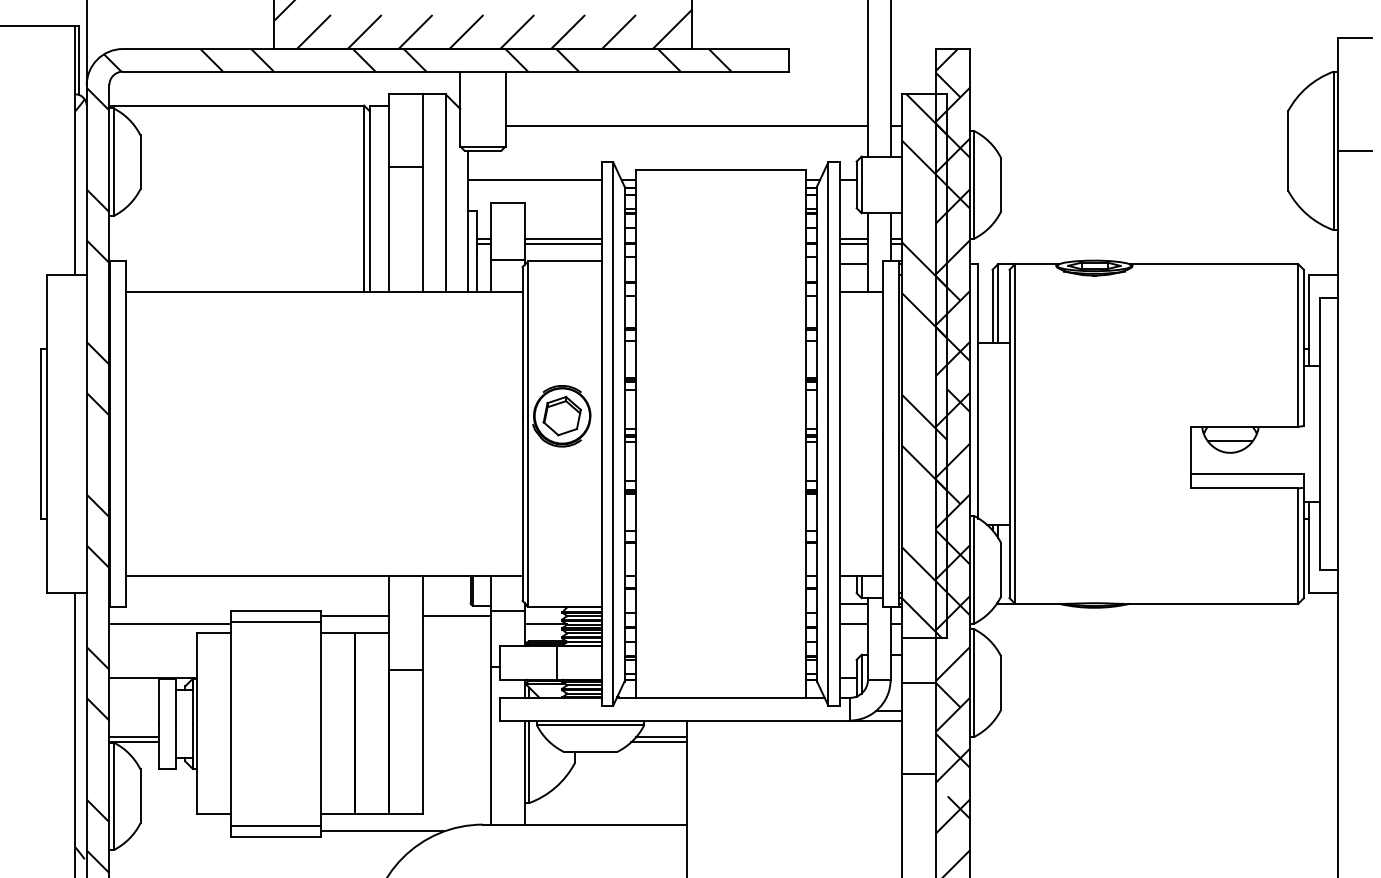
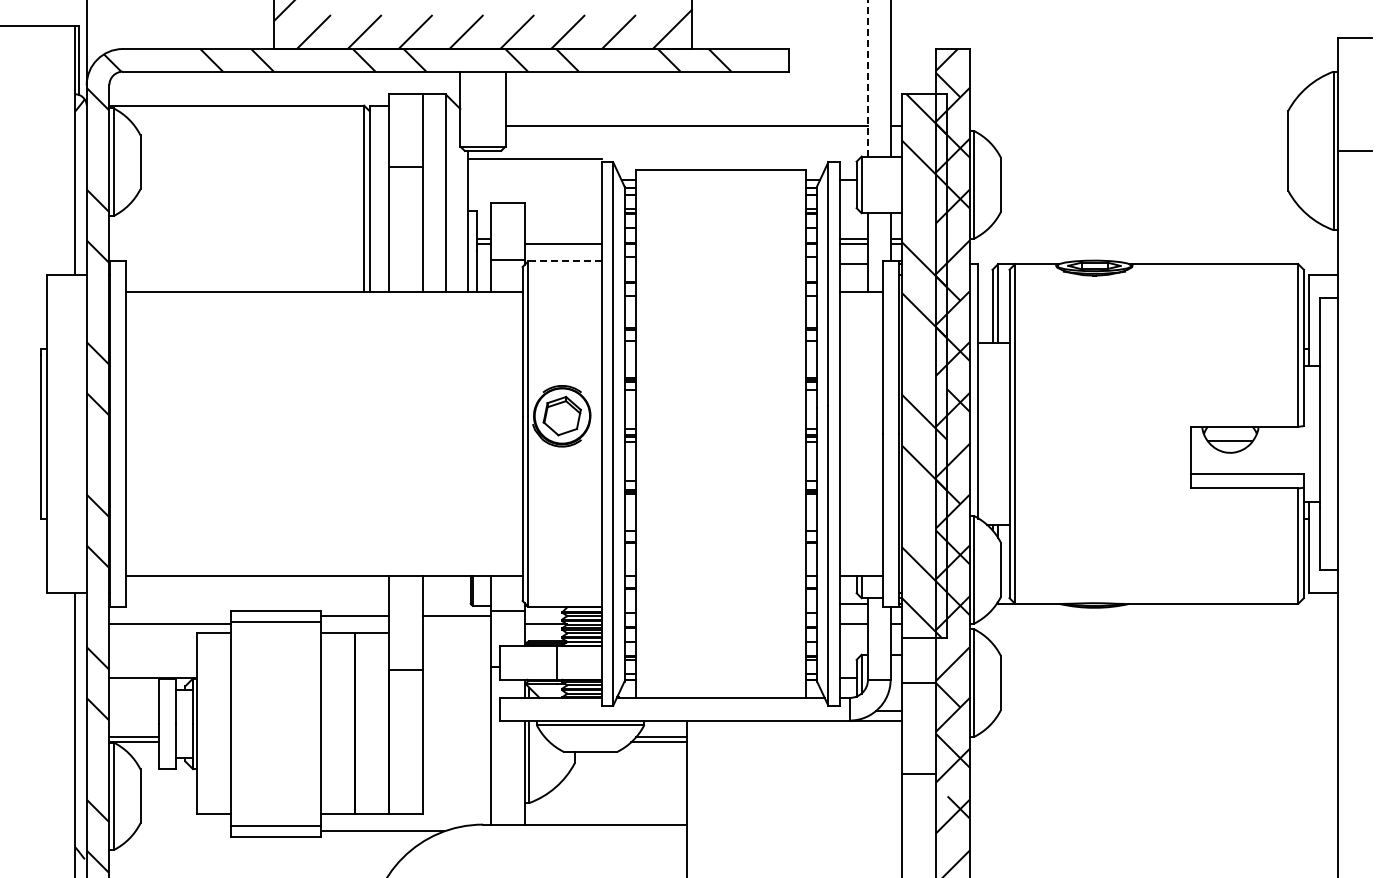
line at (867, 77): solid -> dashed
line at (534, 179) position: (534, 179) -> (534, 158)
line at (562, 238): present -> none
line at (565, 261): solid -> dashed
